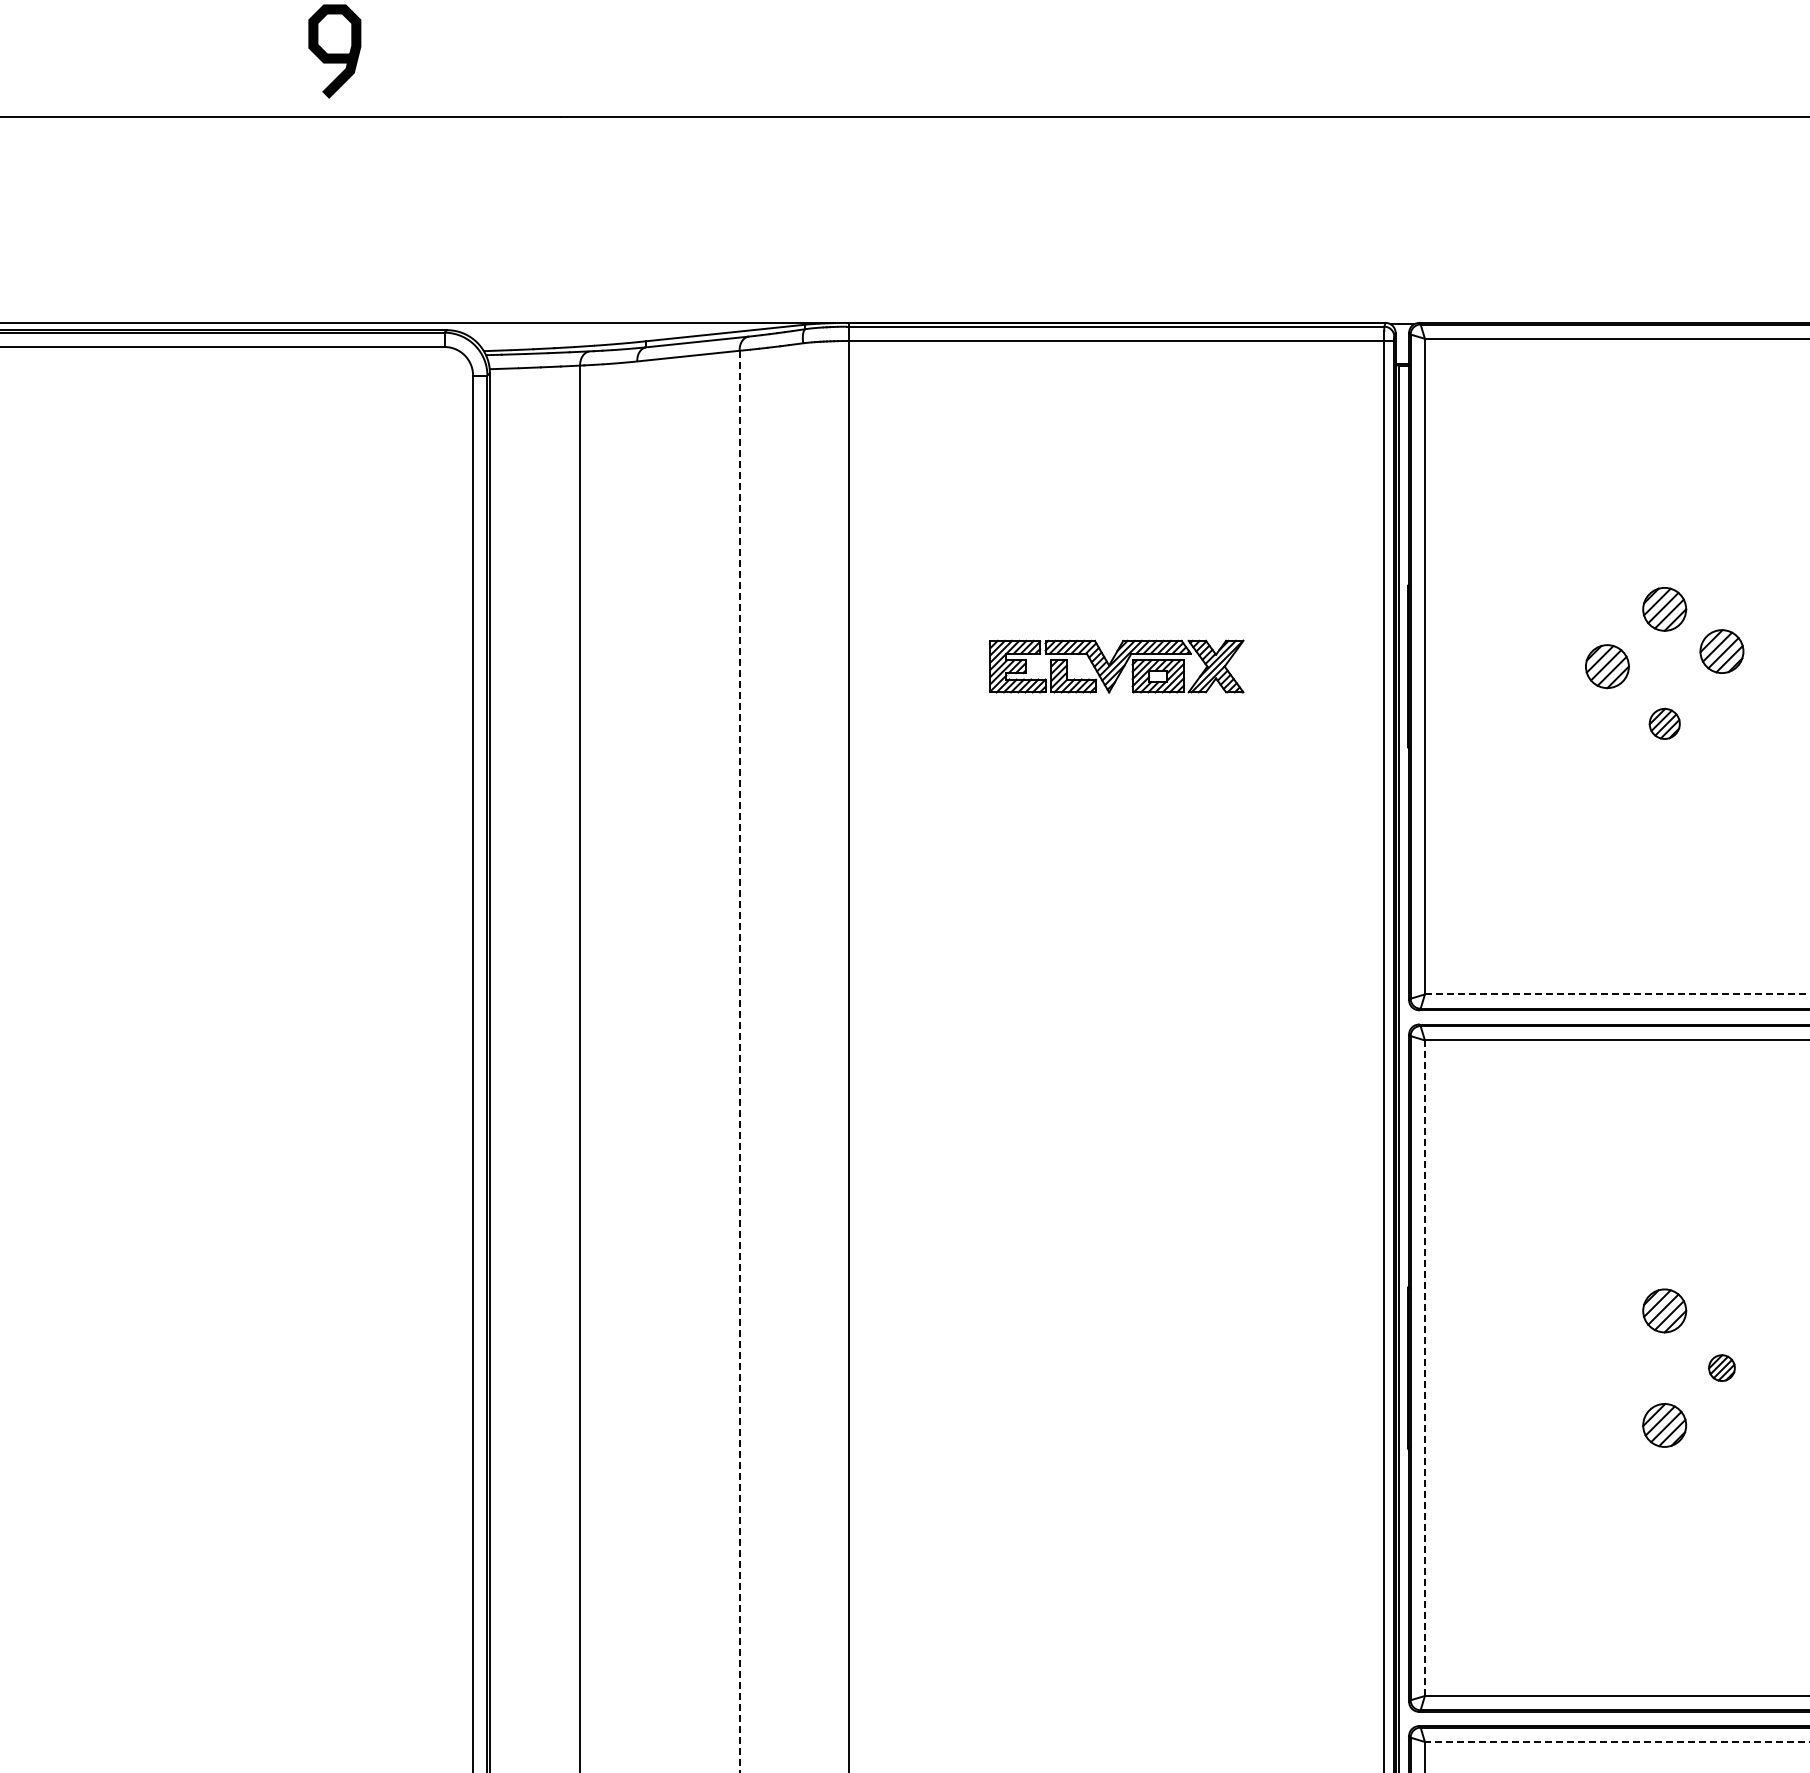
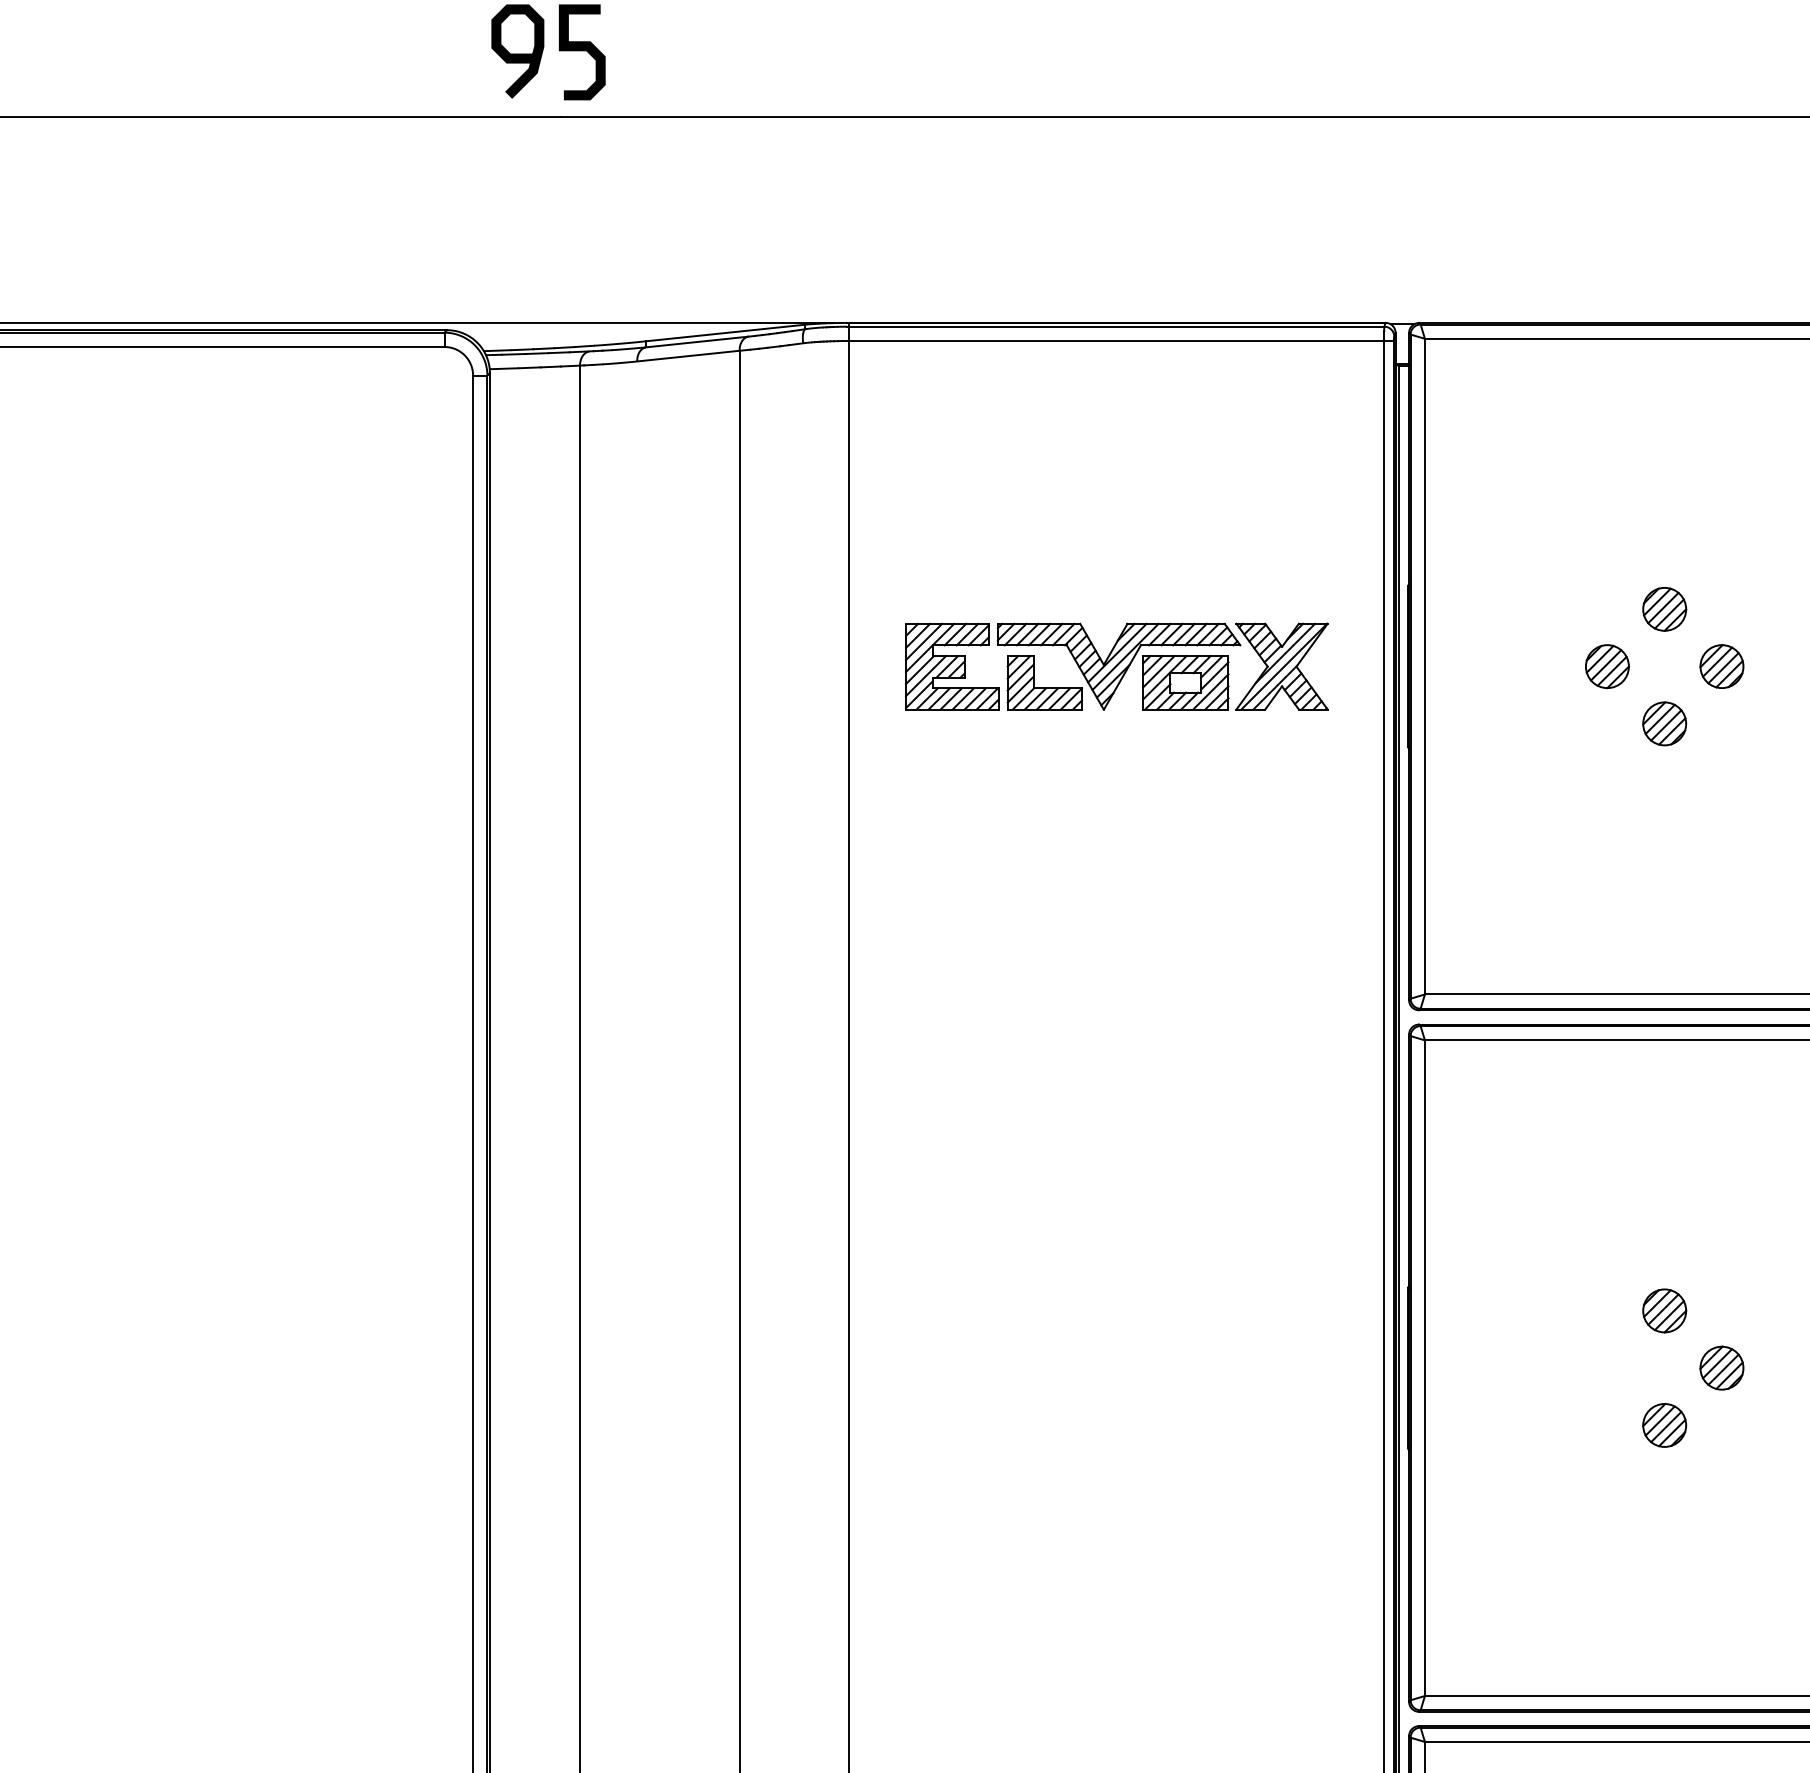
curve at (581, 51): none -> present
curve at (334, 53) position: (334, 53) -> (517, 53)
part at (1721, 651) position: (1721, 651) -> (1721, 666)
part at (1116, 666) size: 256x55 px -> 424x89 px
part at (1664, 723) size: 33x33 px -> 46x46 px
line at (1617, 994): dashed -> solid
line at (739, 1061): dashed -> solid
part at (1721, 1367) size: 28x28 px -> 46x46 px
line at (1424, 1368): dashed -> solid
line at (1616, 1741): dashed -> solid
